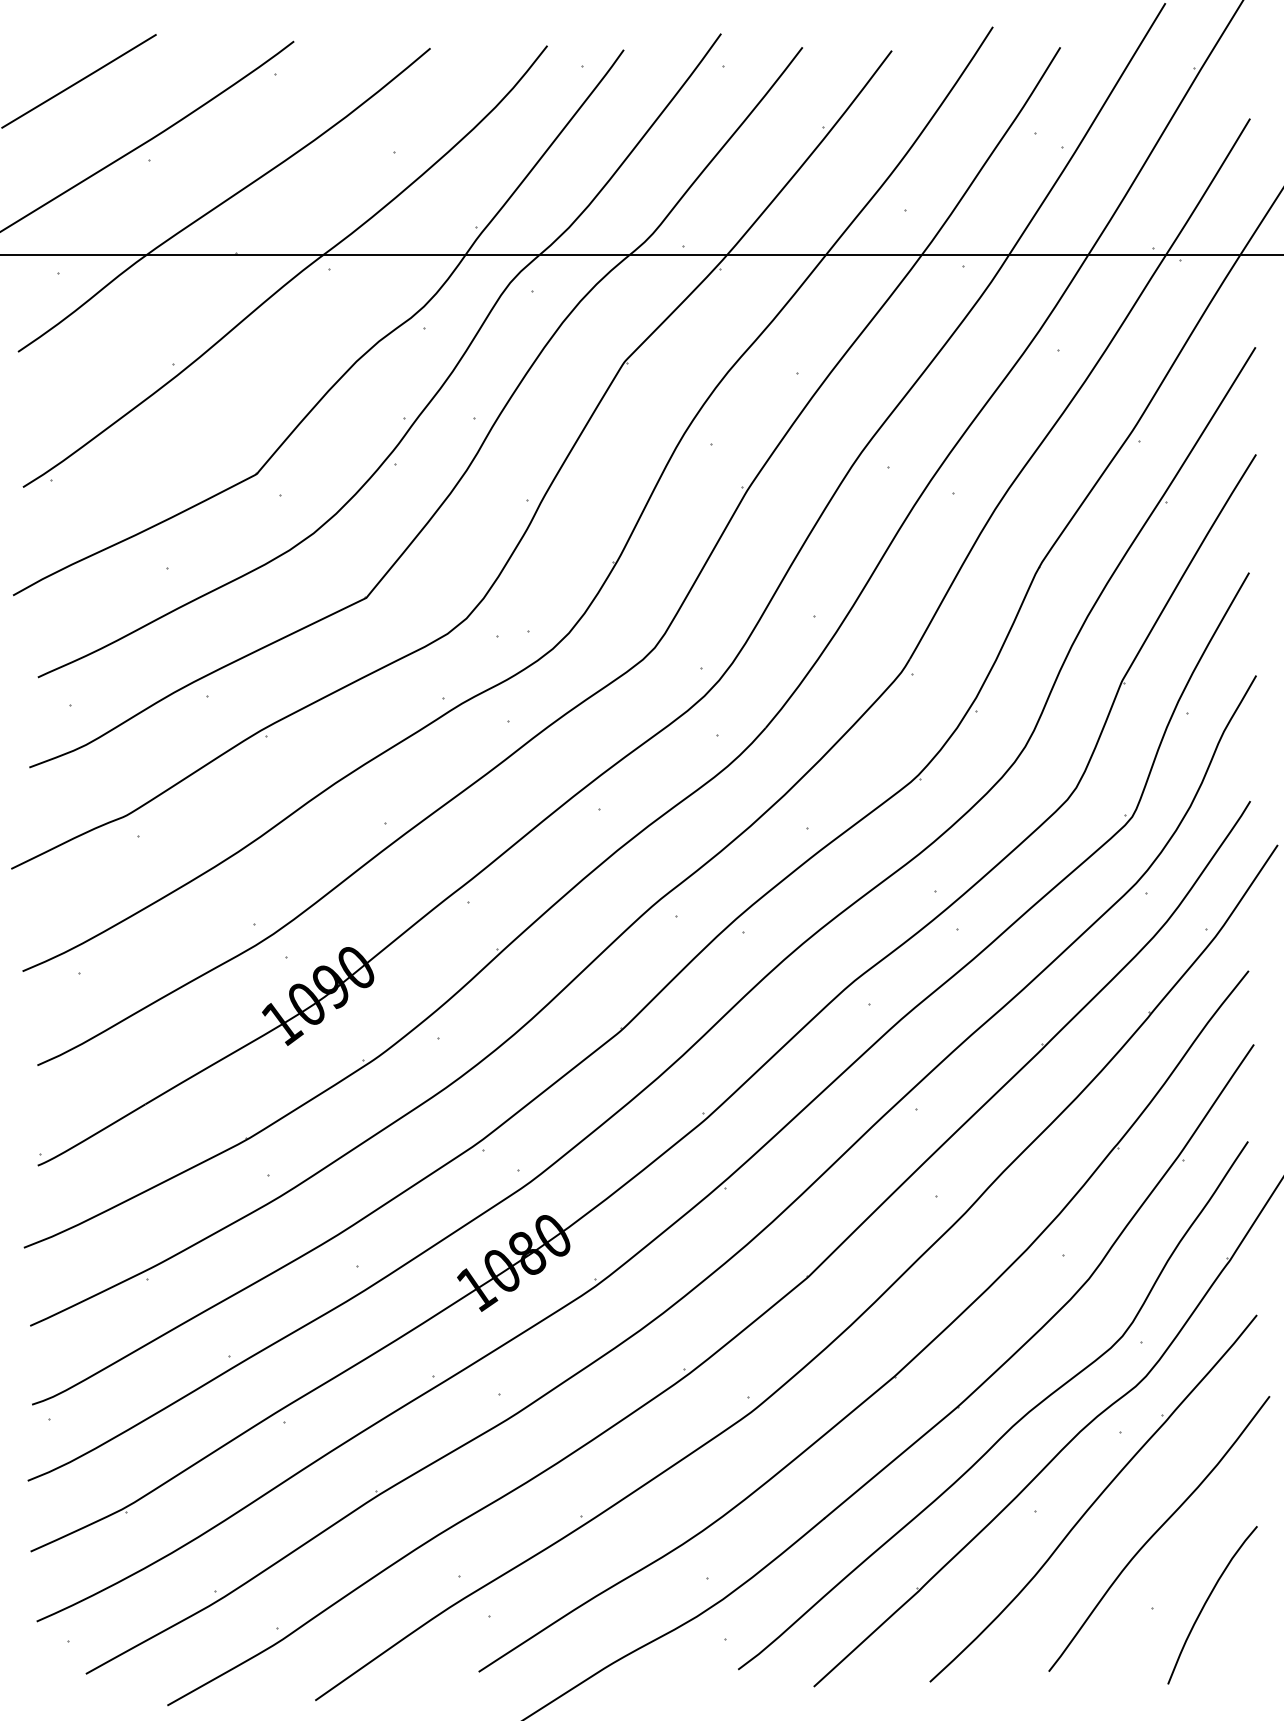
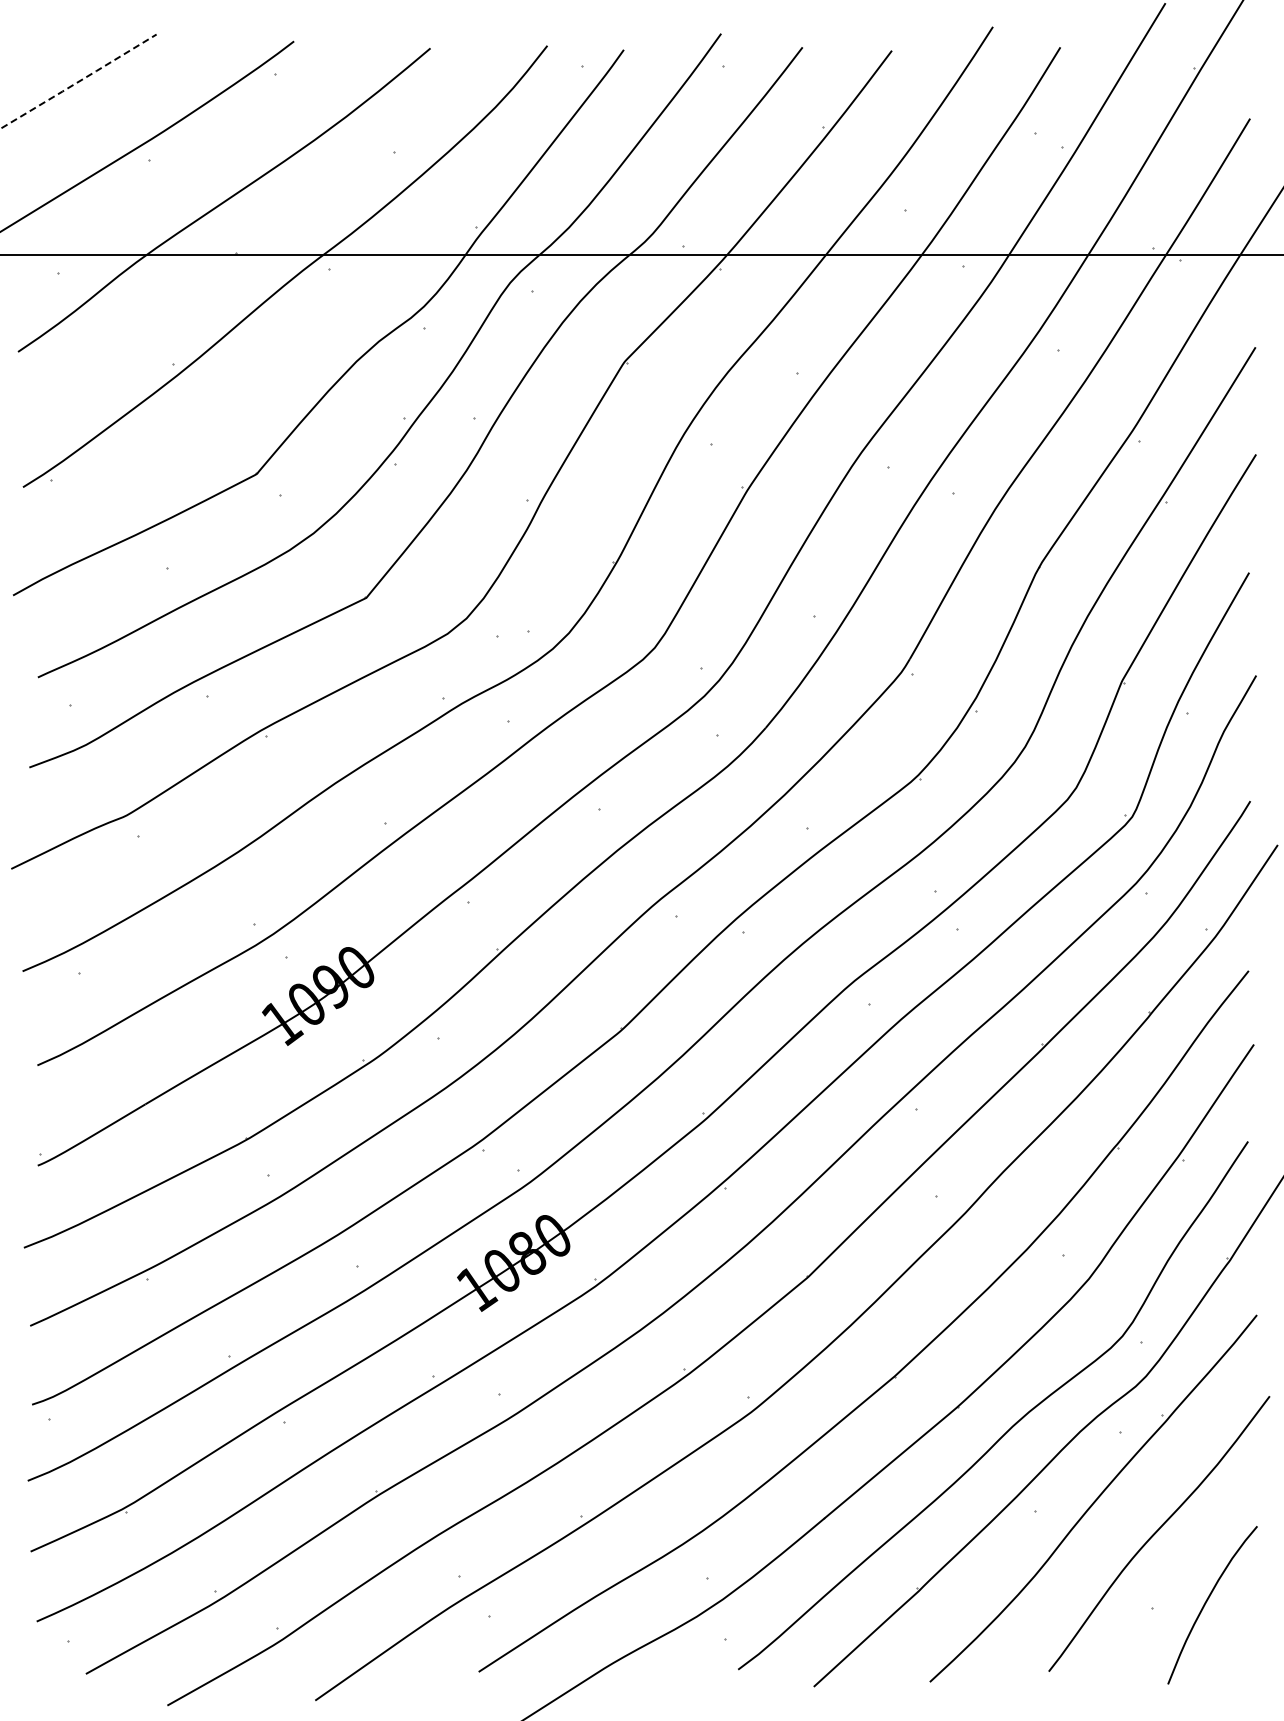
line at (79, 81): solid -> dashed
